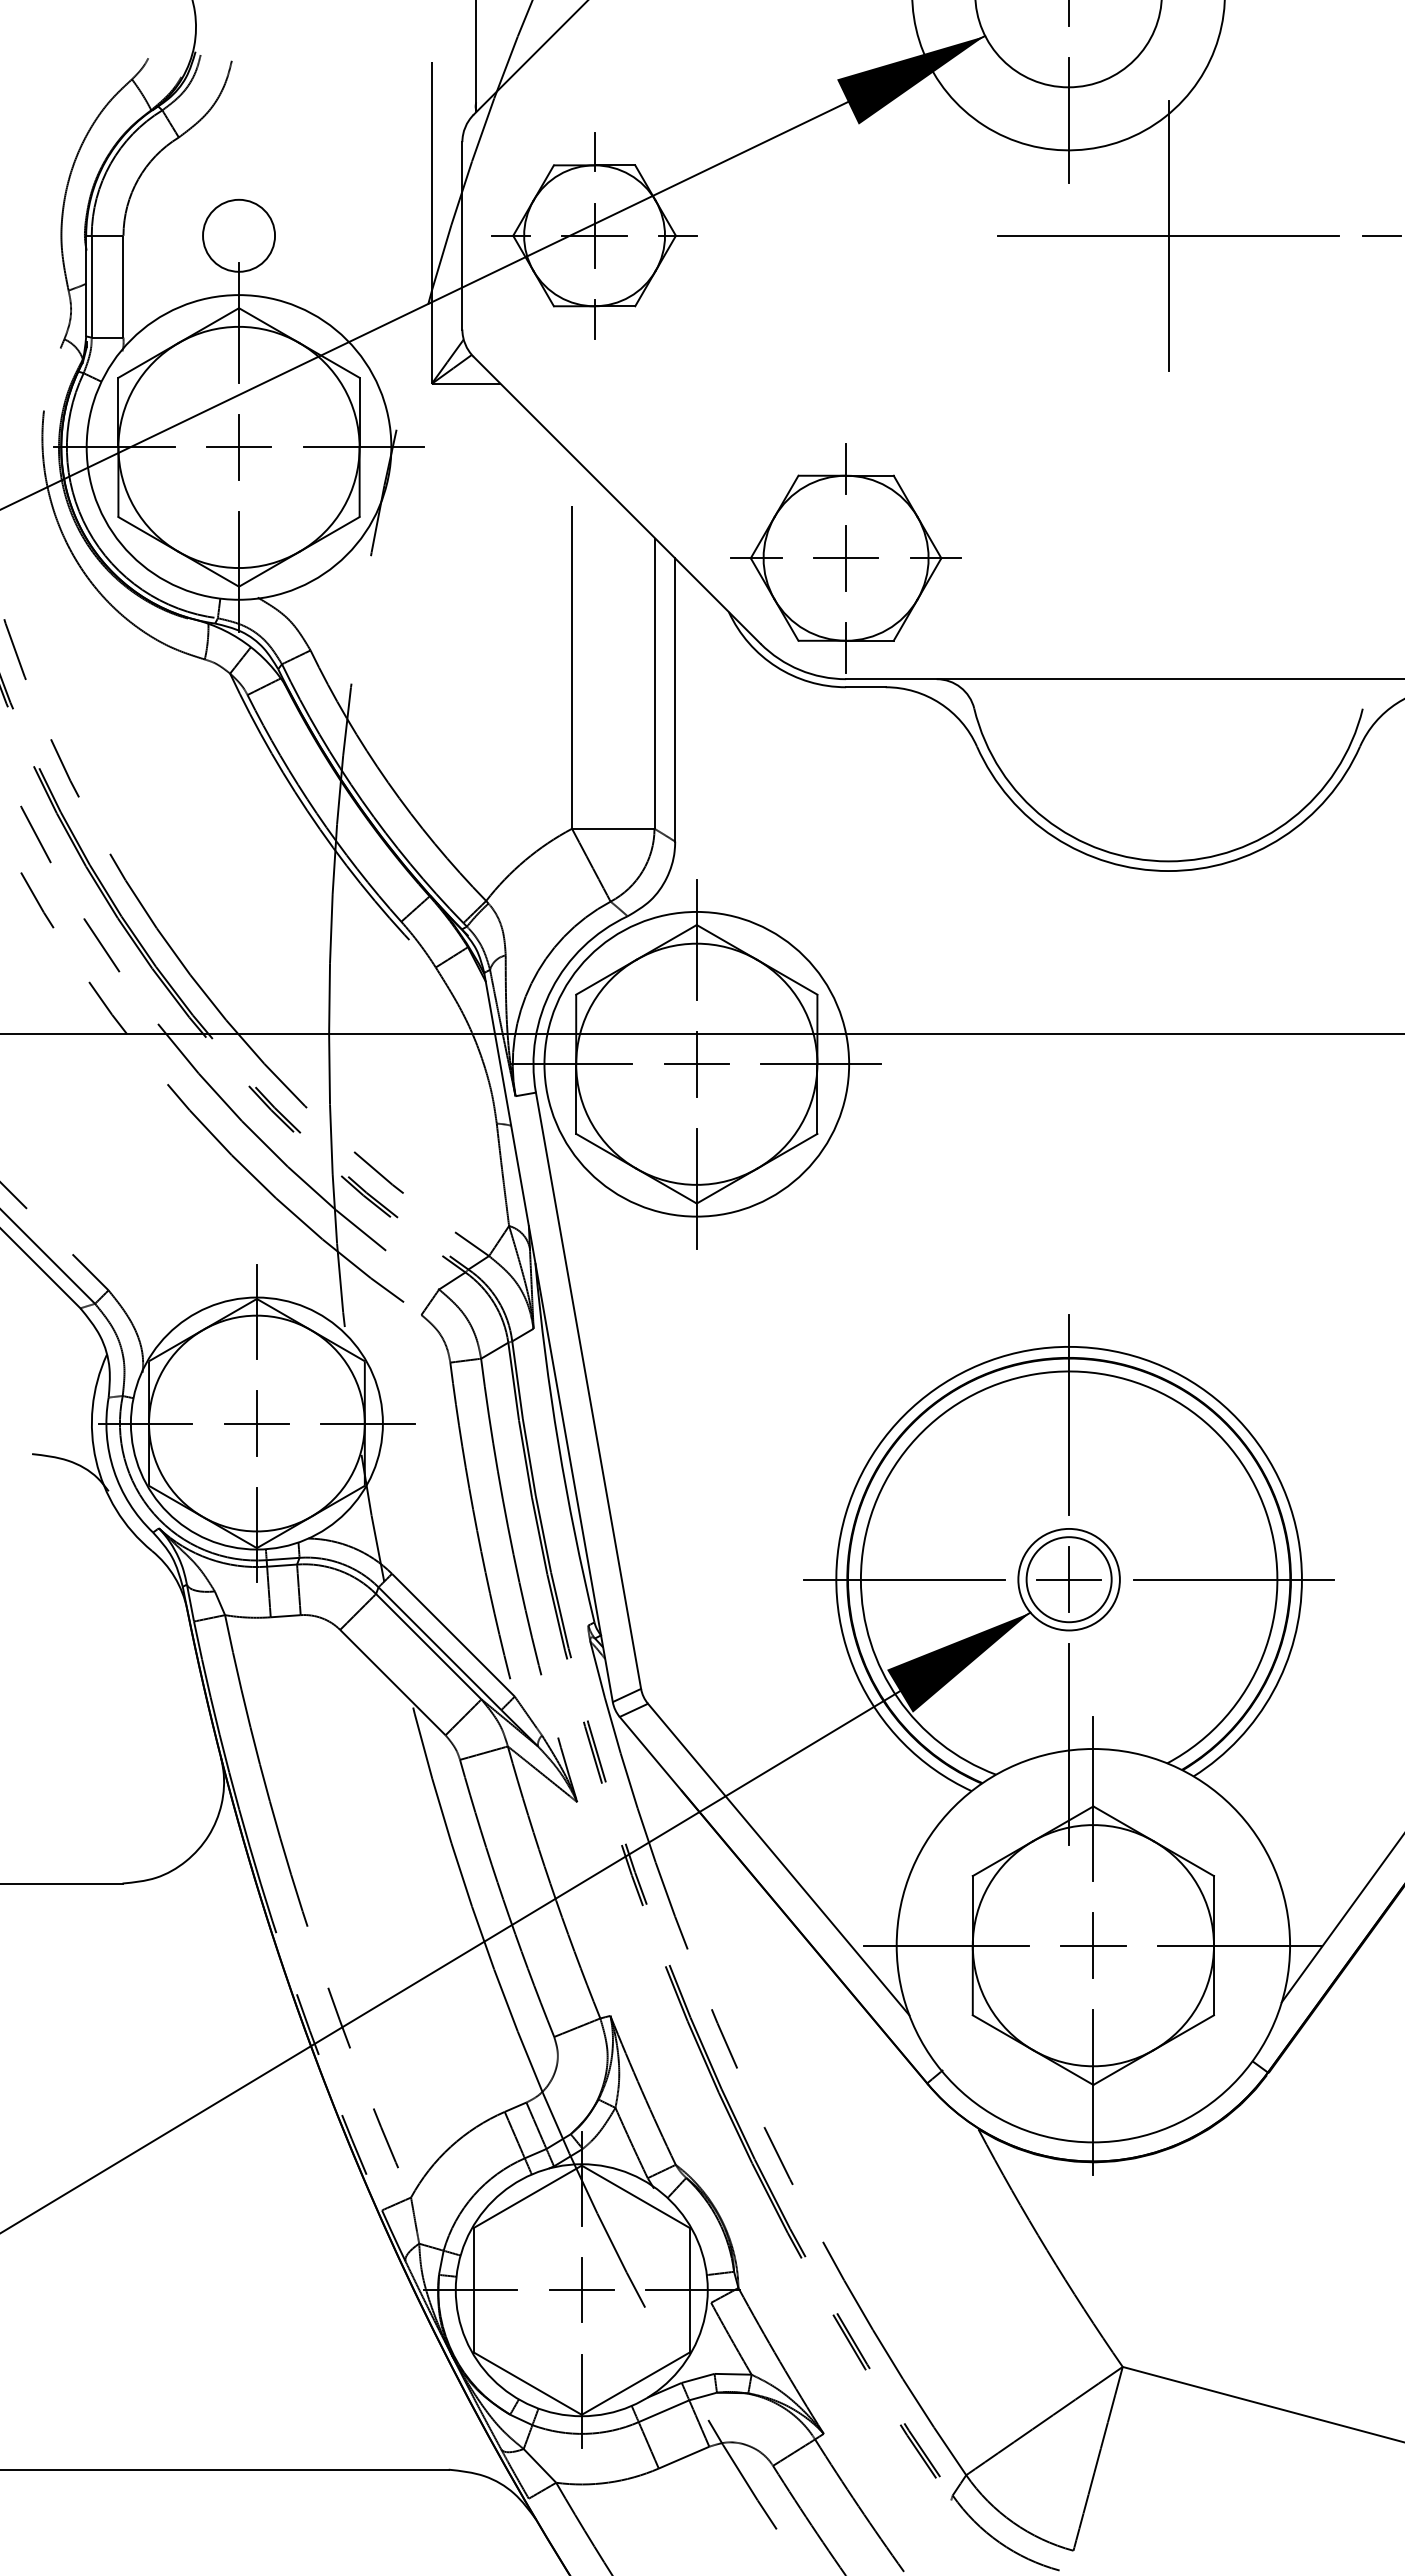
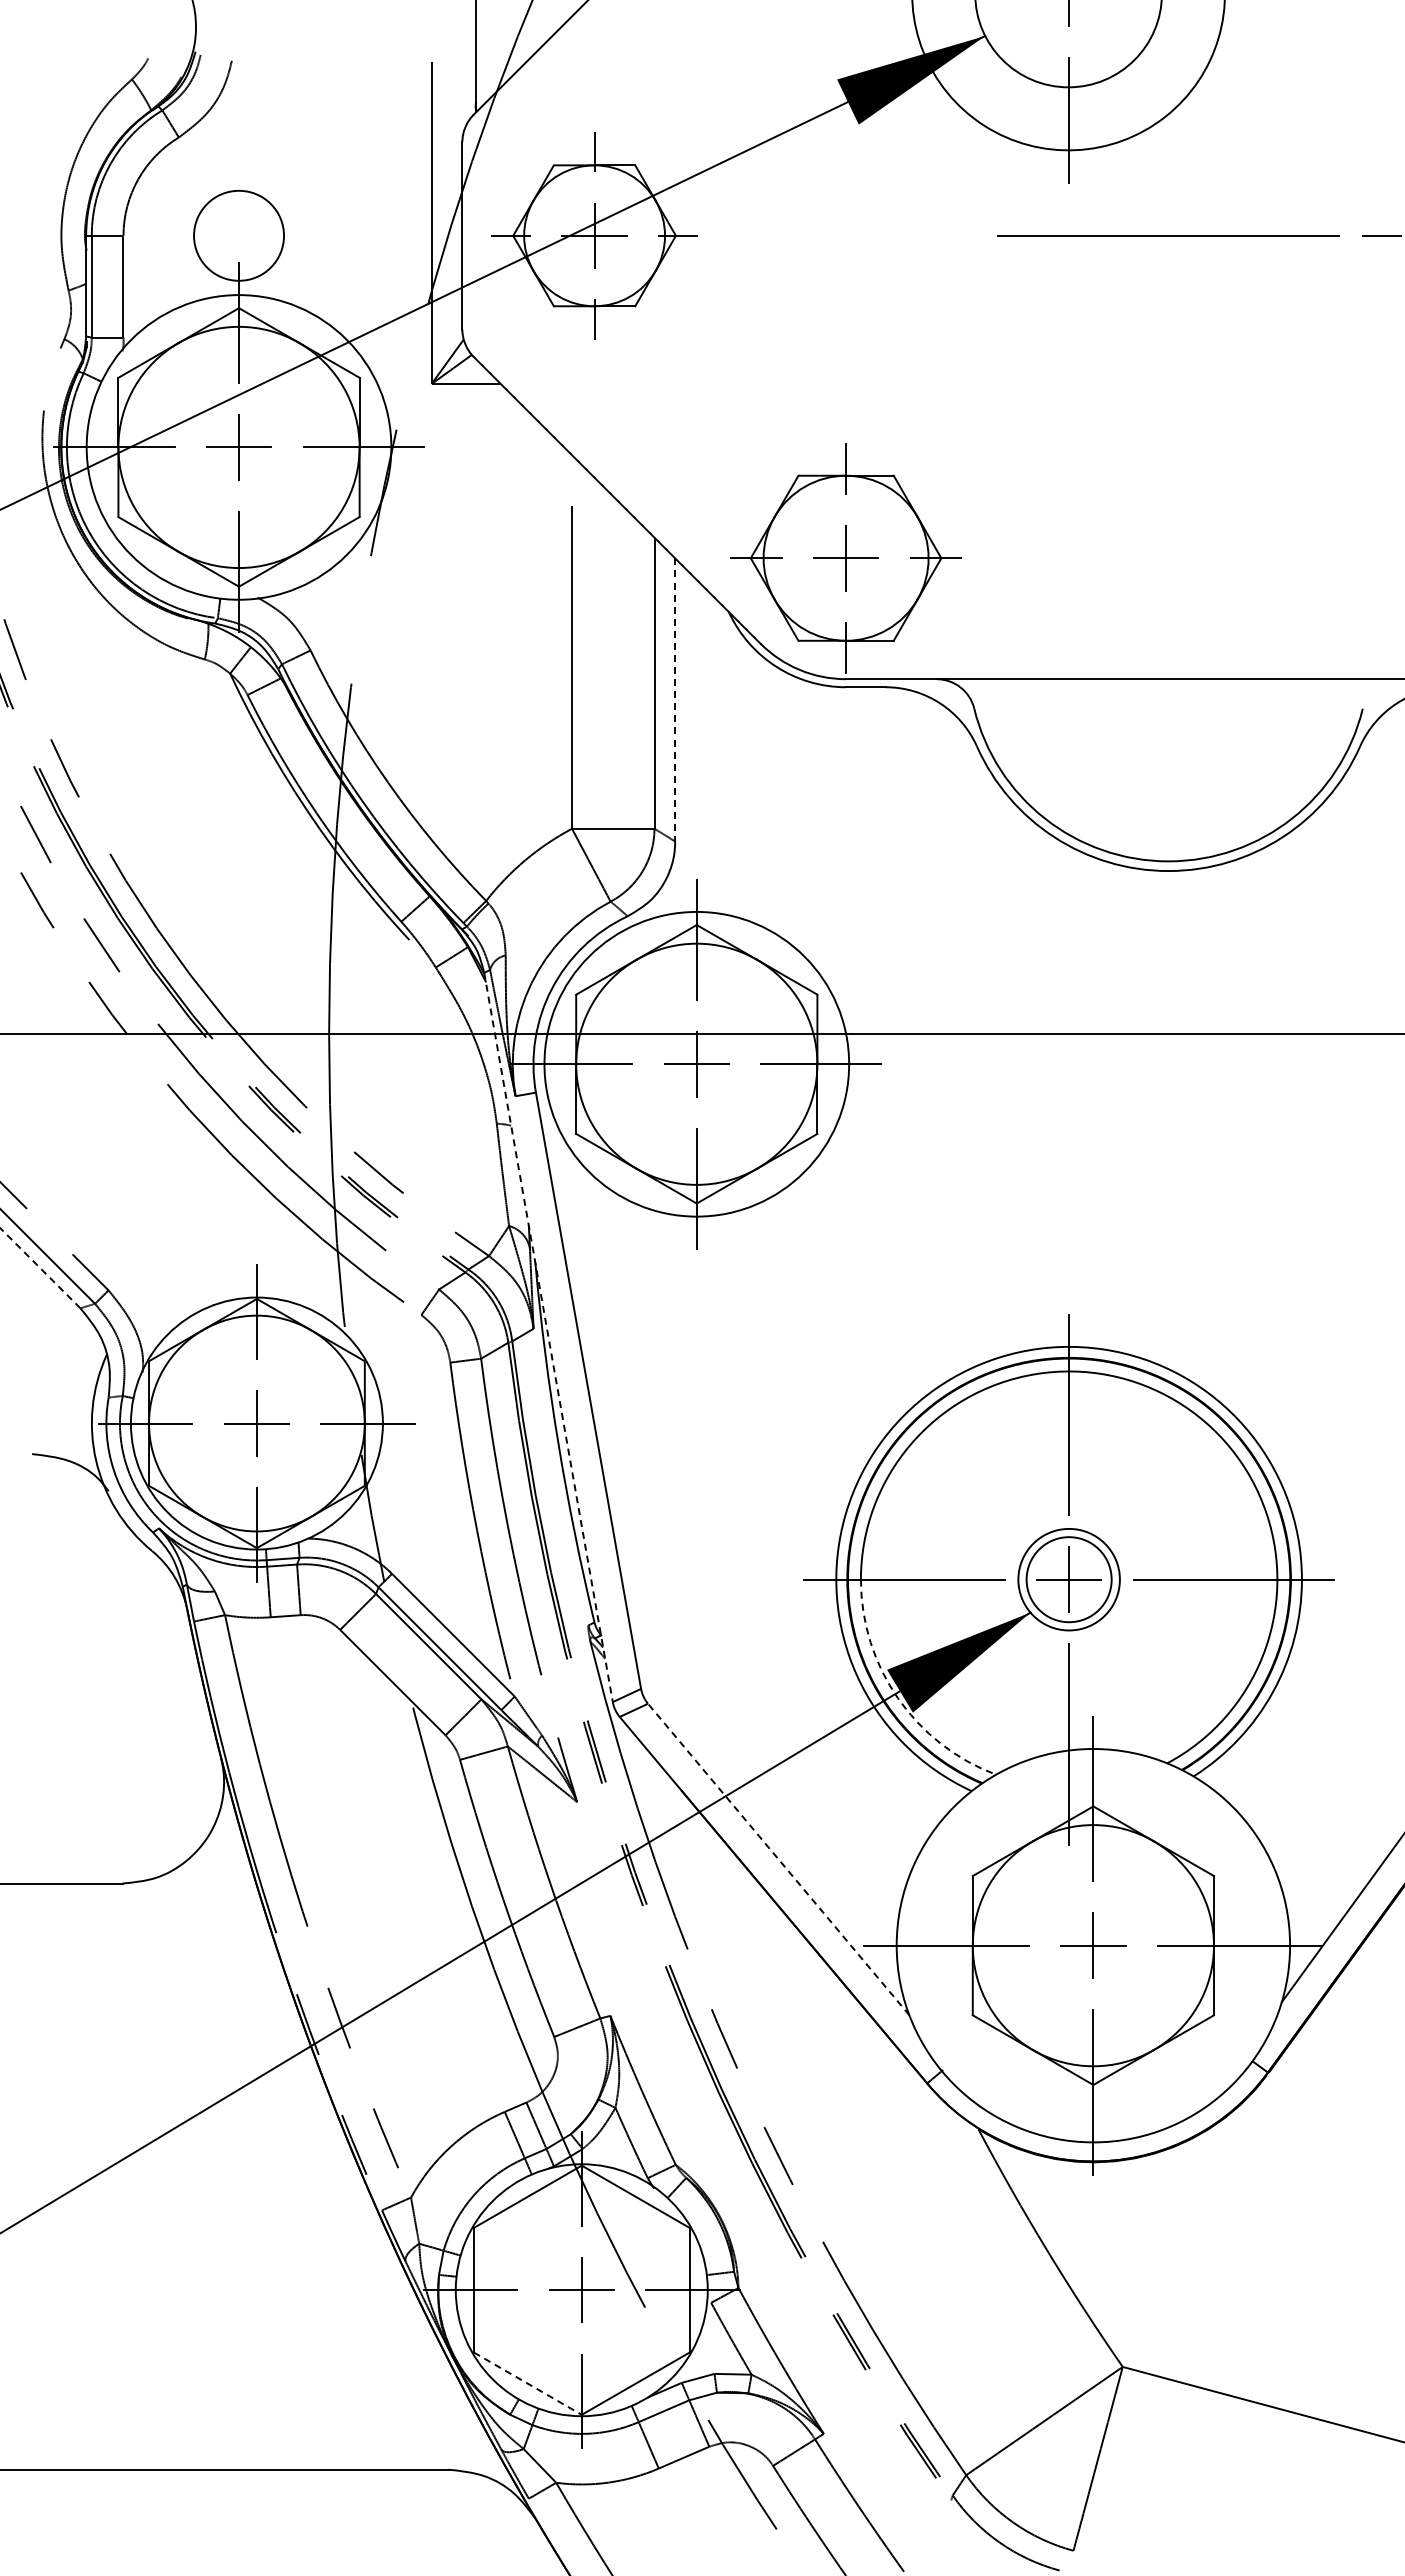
circle at (239, 235) diameter: 72 px -> 90 px
line at (1168, 235): present -> none
line at (675, 700): solid -> dashed
line at (40, 1268): solid -> dashed
line at (548, 1337): solid -> dashed
arc at (898, 1698): solid -> dashed
line at (778, 1859): solid -> dashed
line at (528, 2383): solid -> dashed
